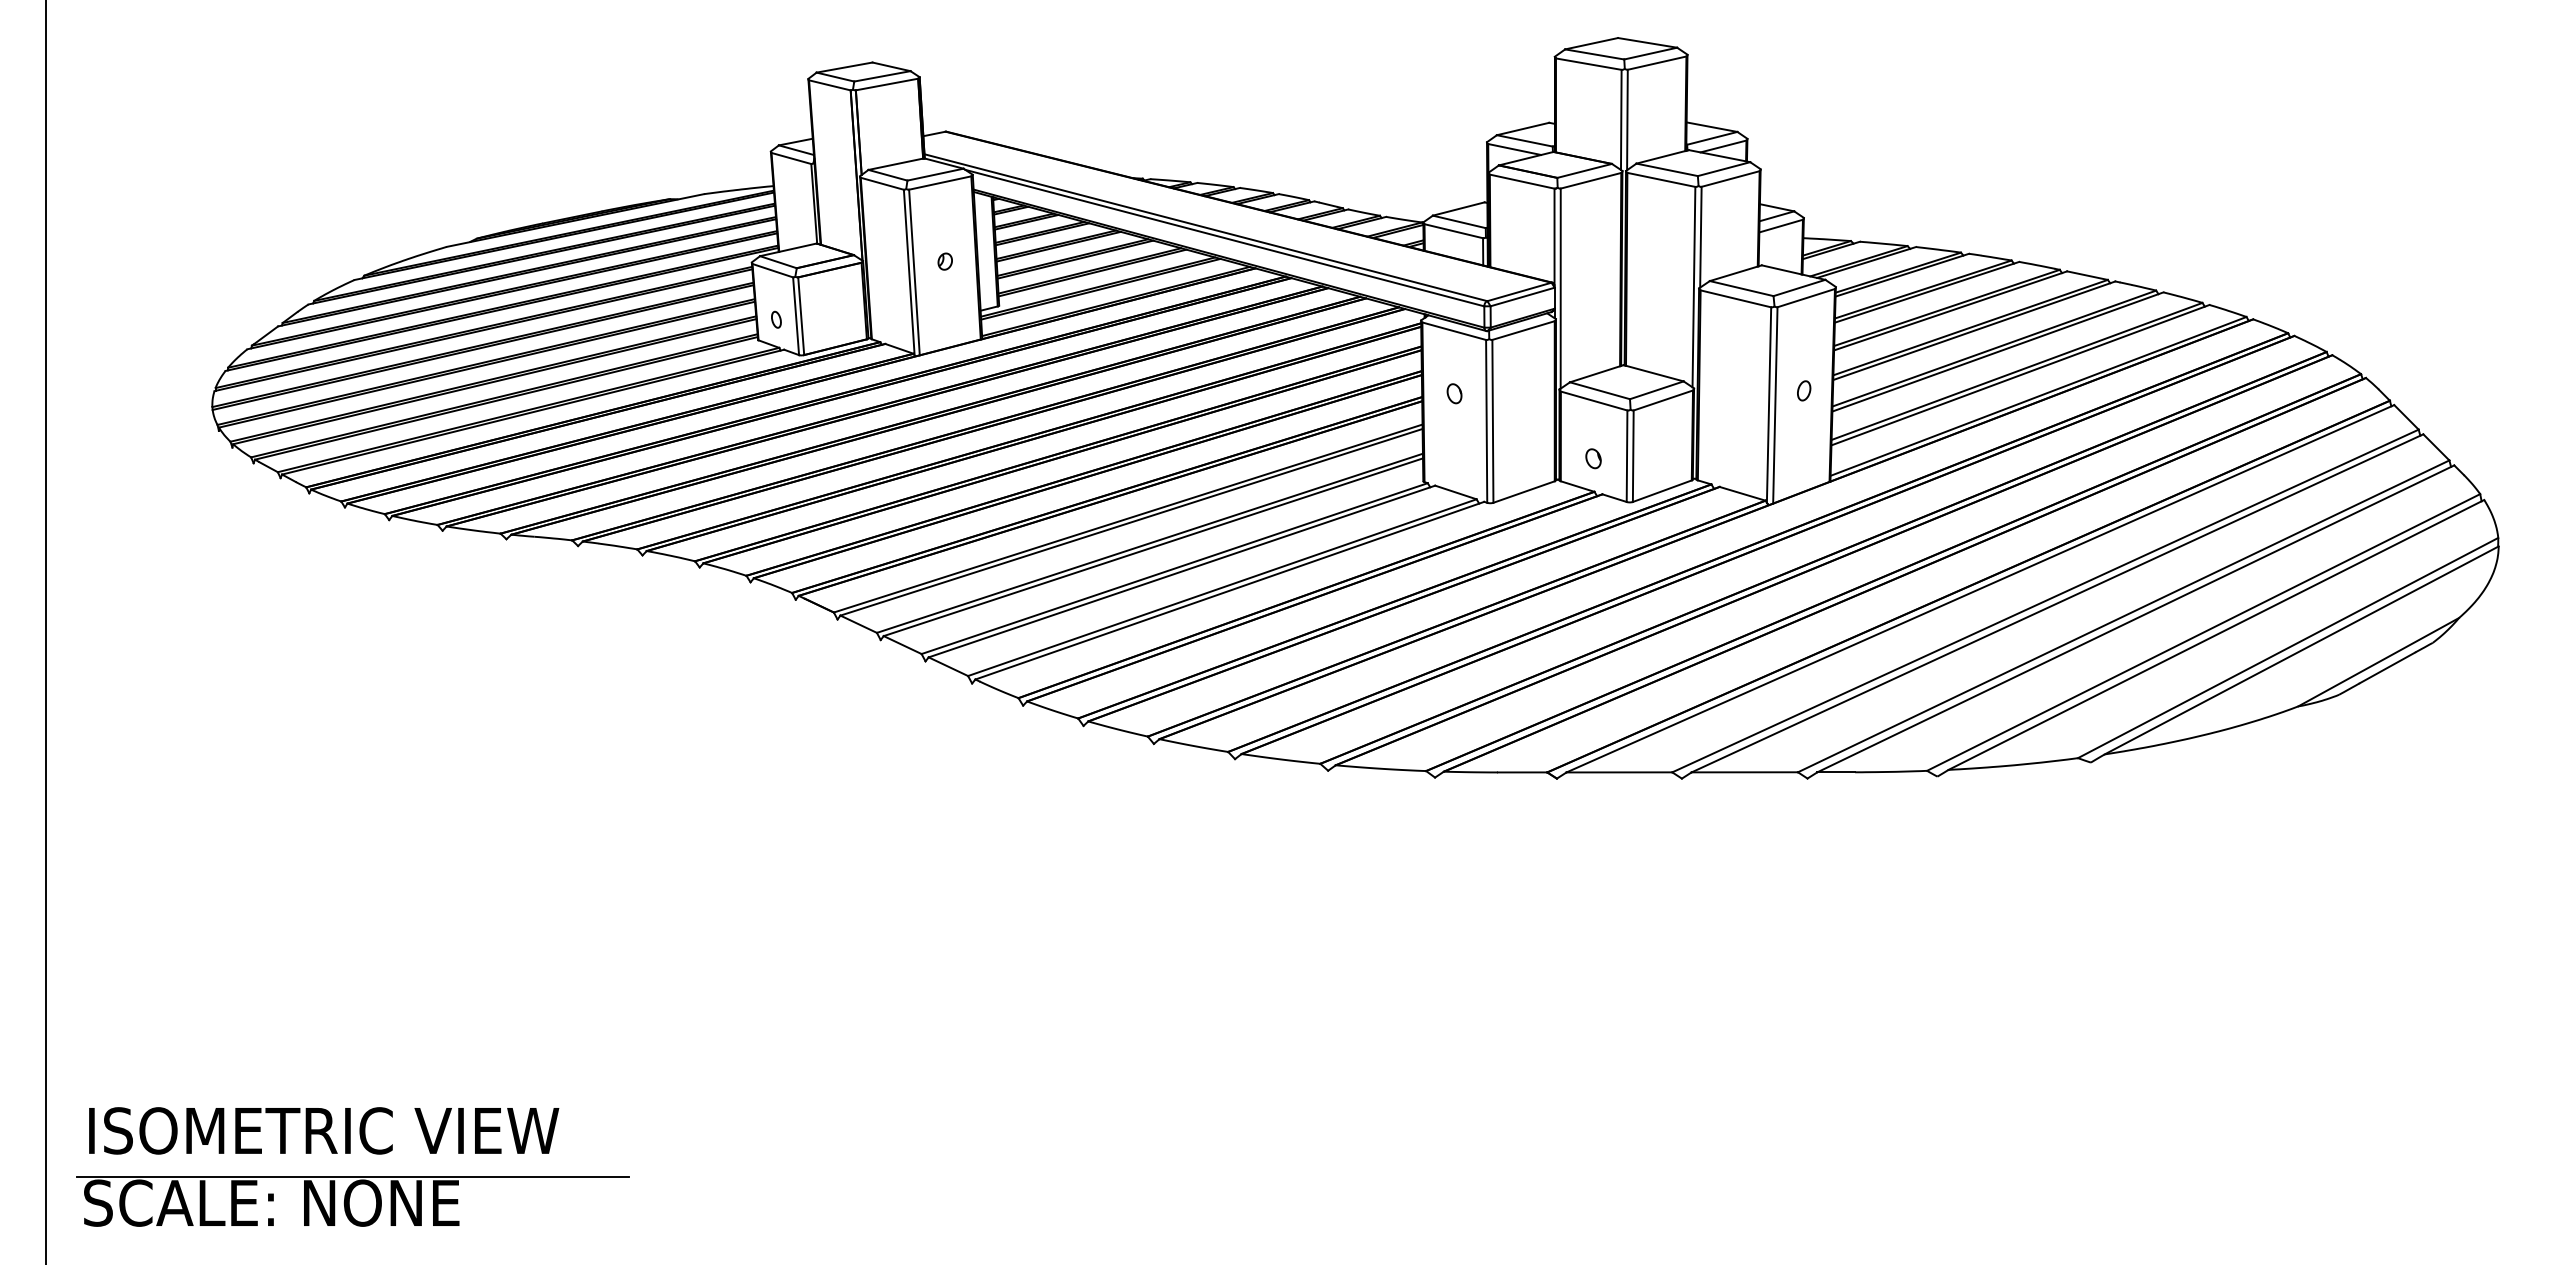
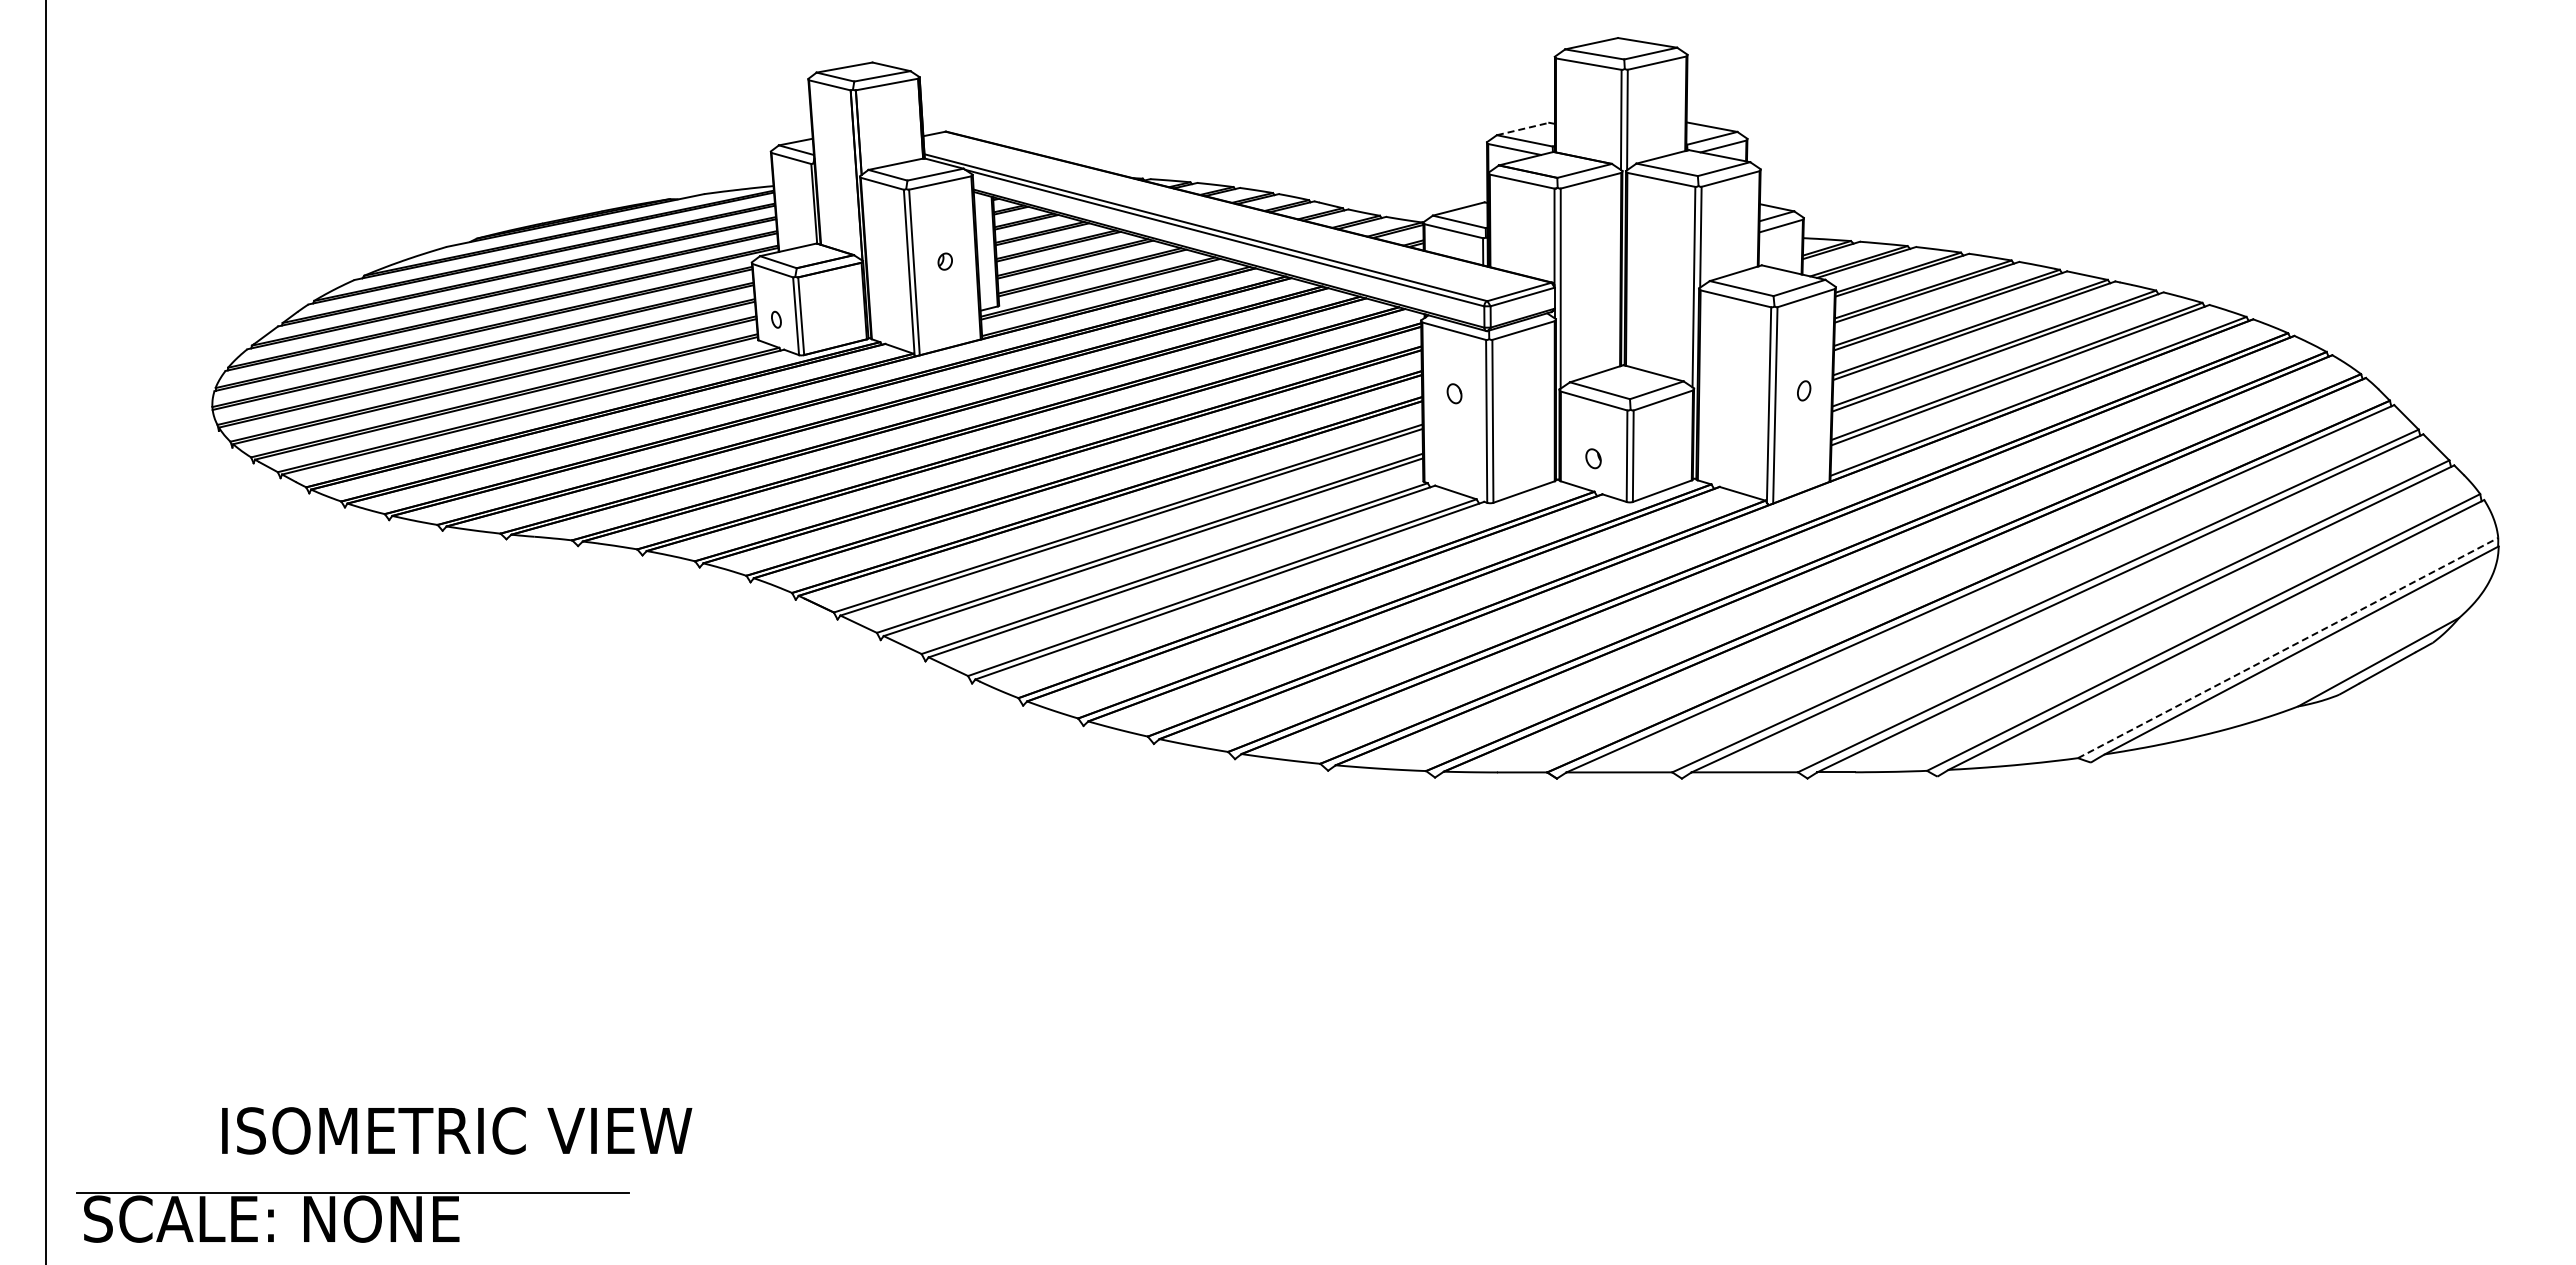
line at (1523, 129): solid -> dashed
line at (2288, 647): solid -> dashed
text at (324, 1130) position: (324, 1130) -> (457, 1130)
part at (352, 1201) position: (352, 1201) -> (352, 1217)
